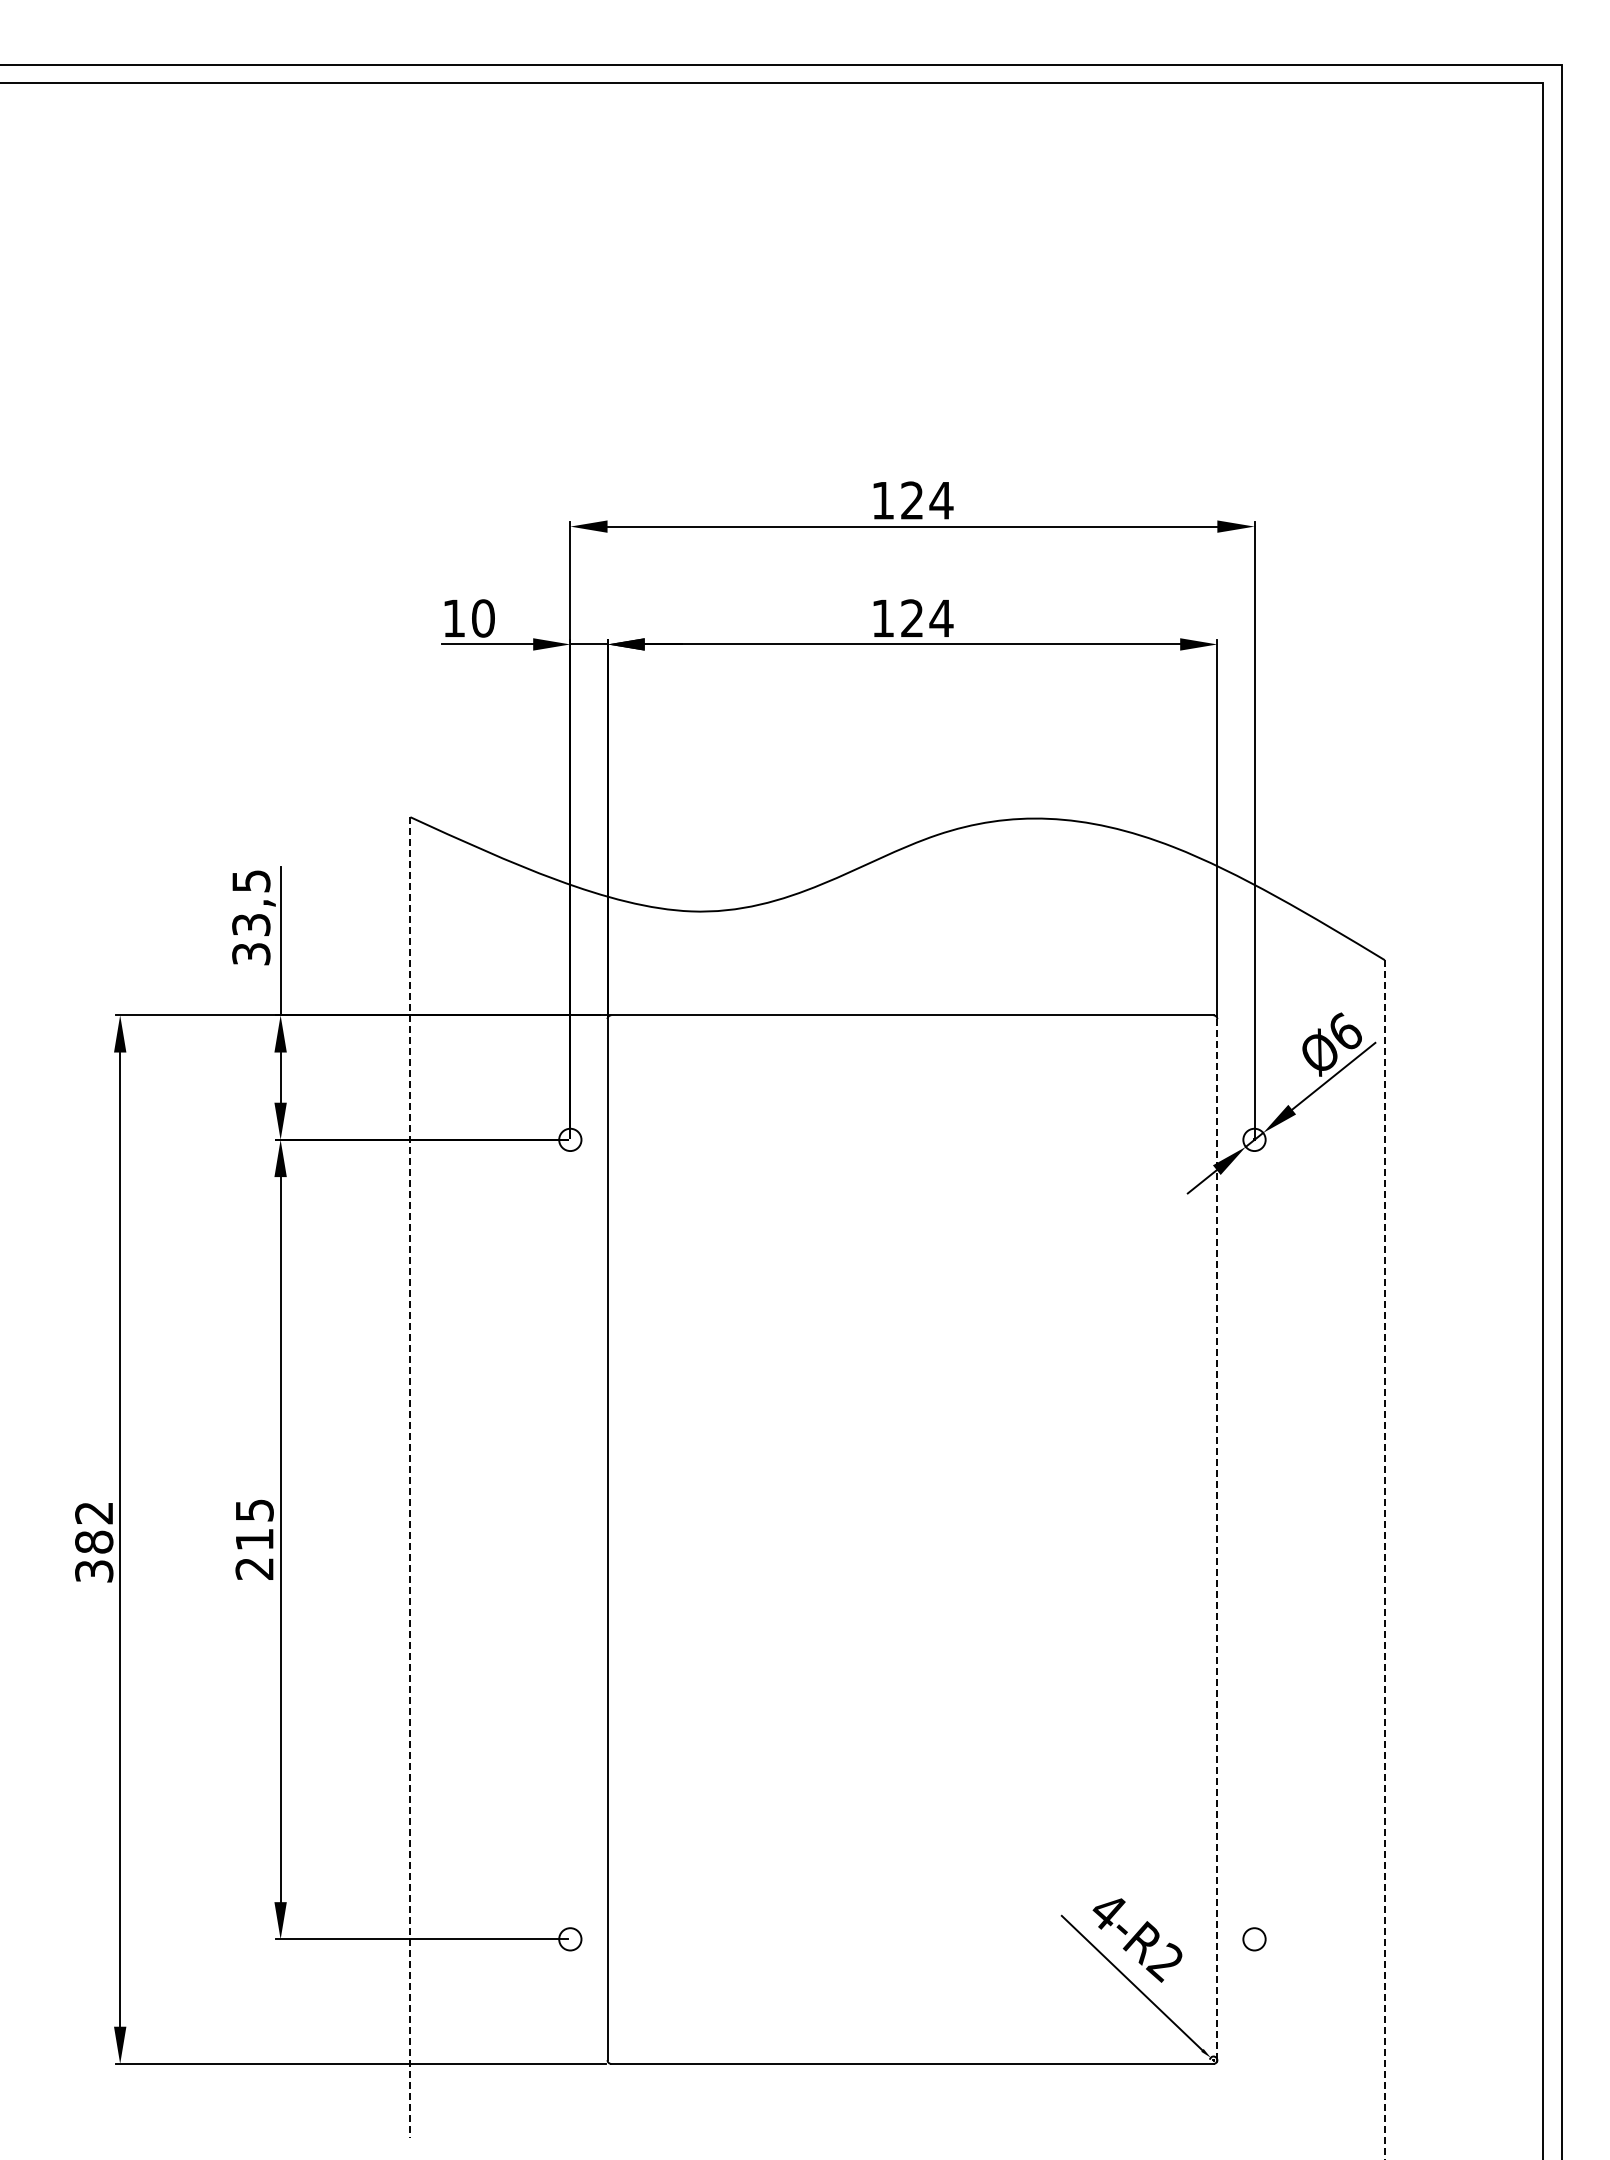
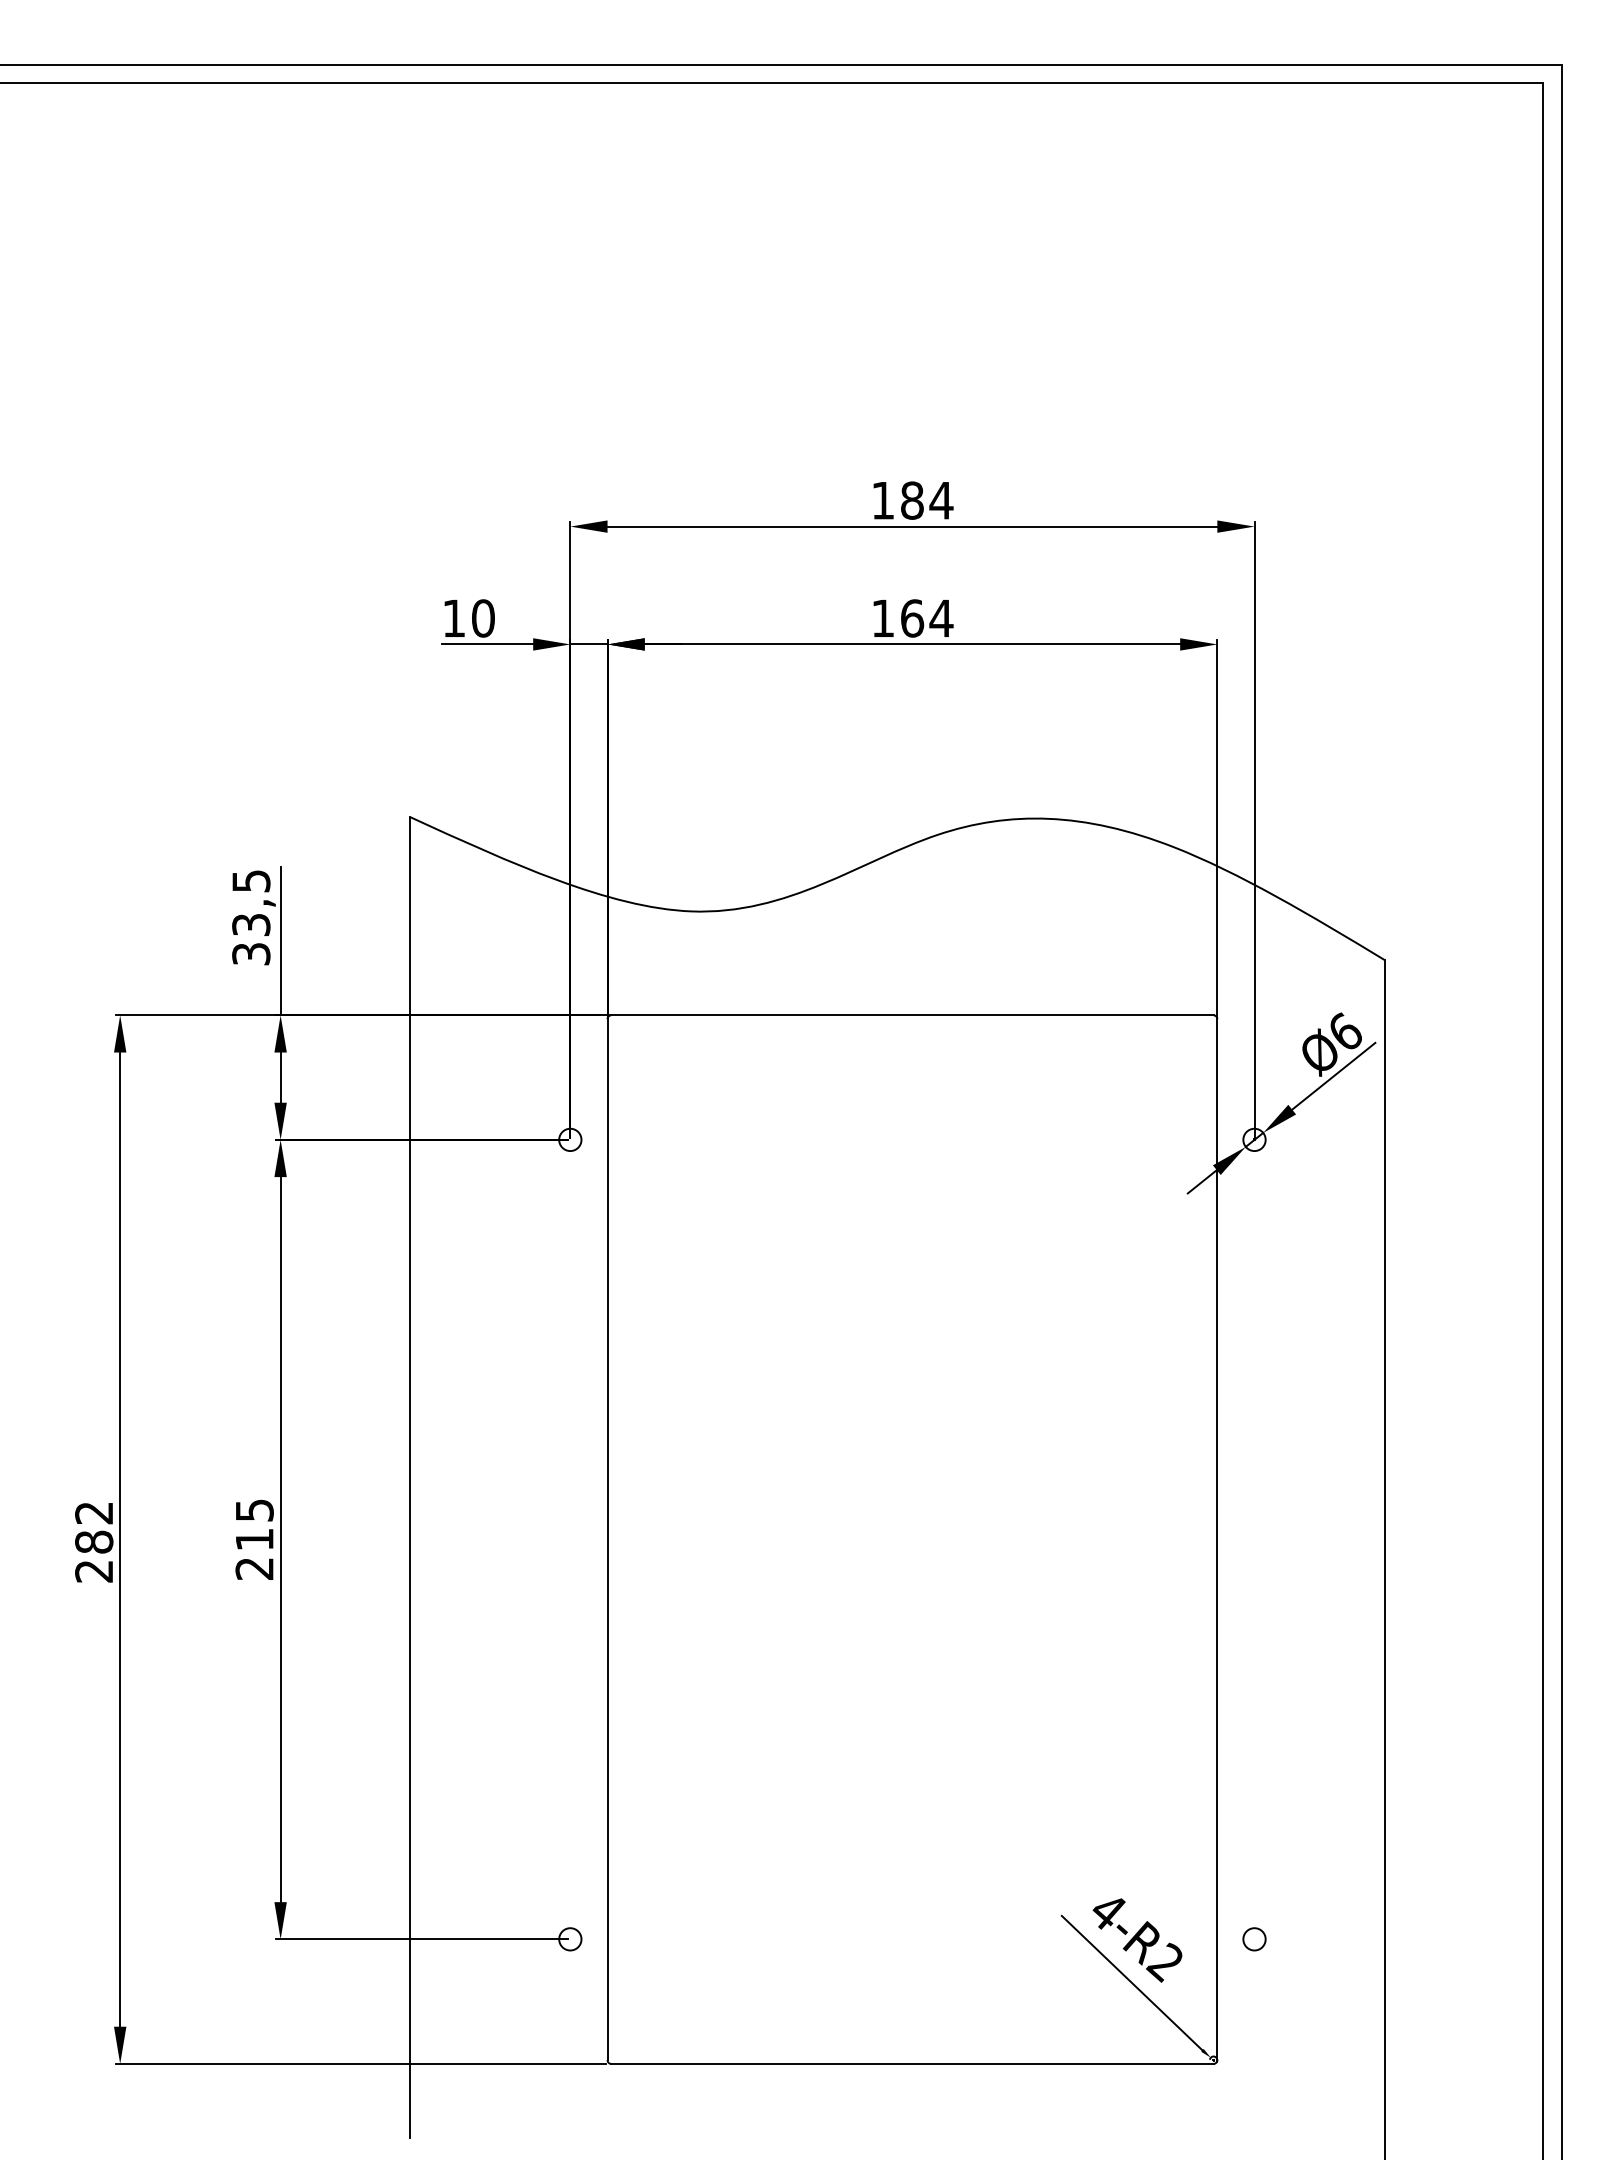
text at (912, 500): 124 -> 184
text at (912, 618): 124 -> 164
line at (410, 1477): dashed -> solid
line at (1217, 1539): dashed -> solid
line at (1384, 1559): dashed -> solid
text at (94, 1571): 382 -> 282
